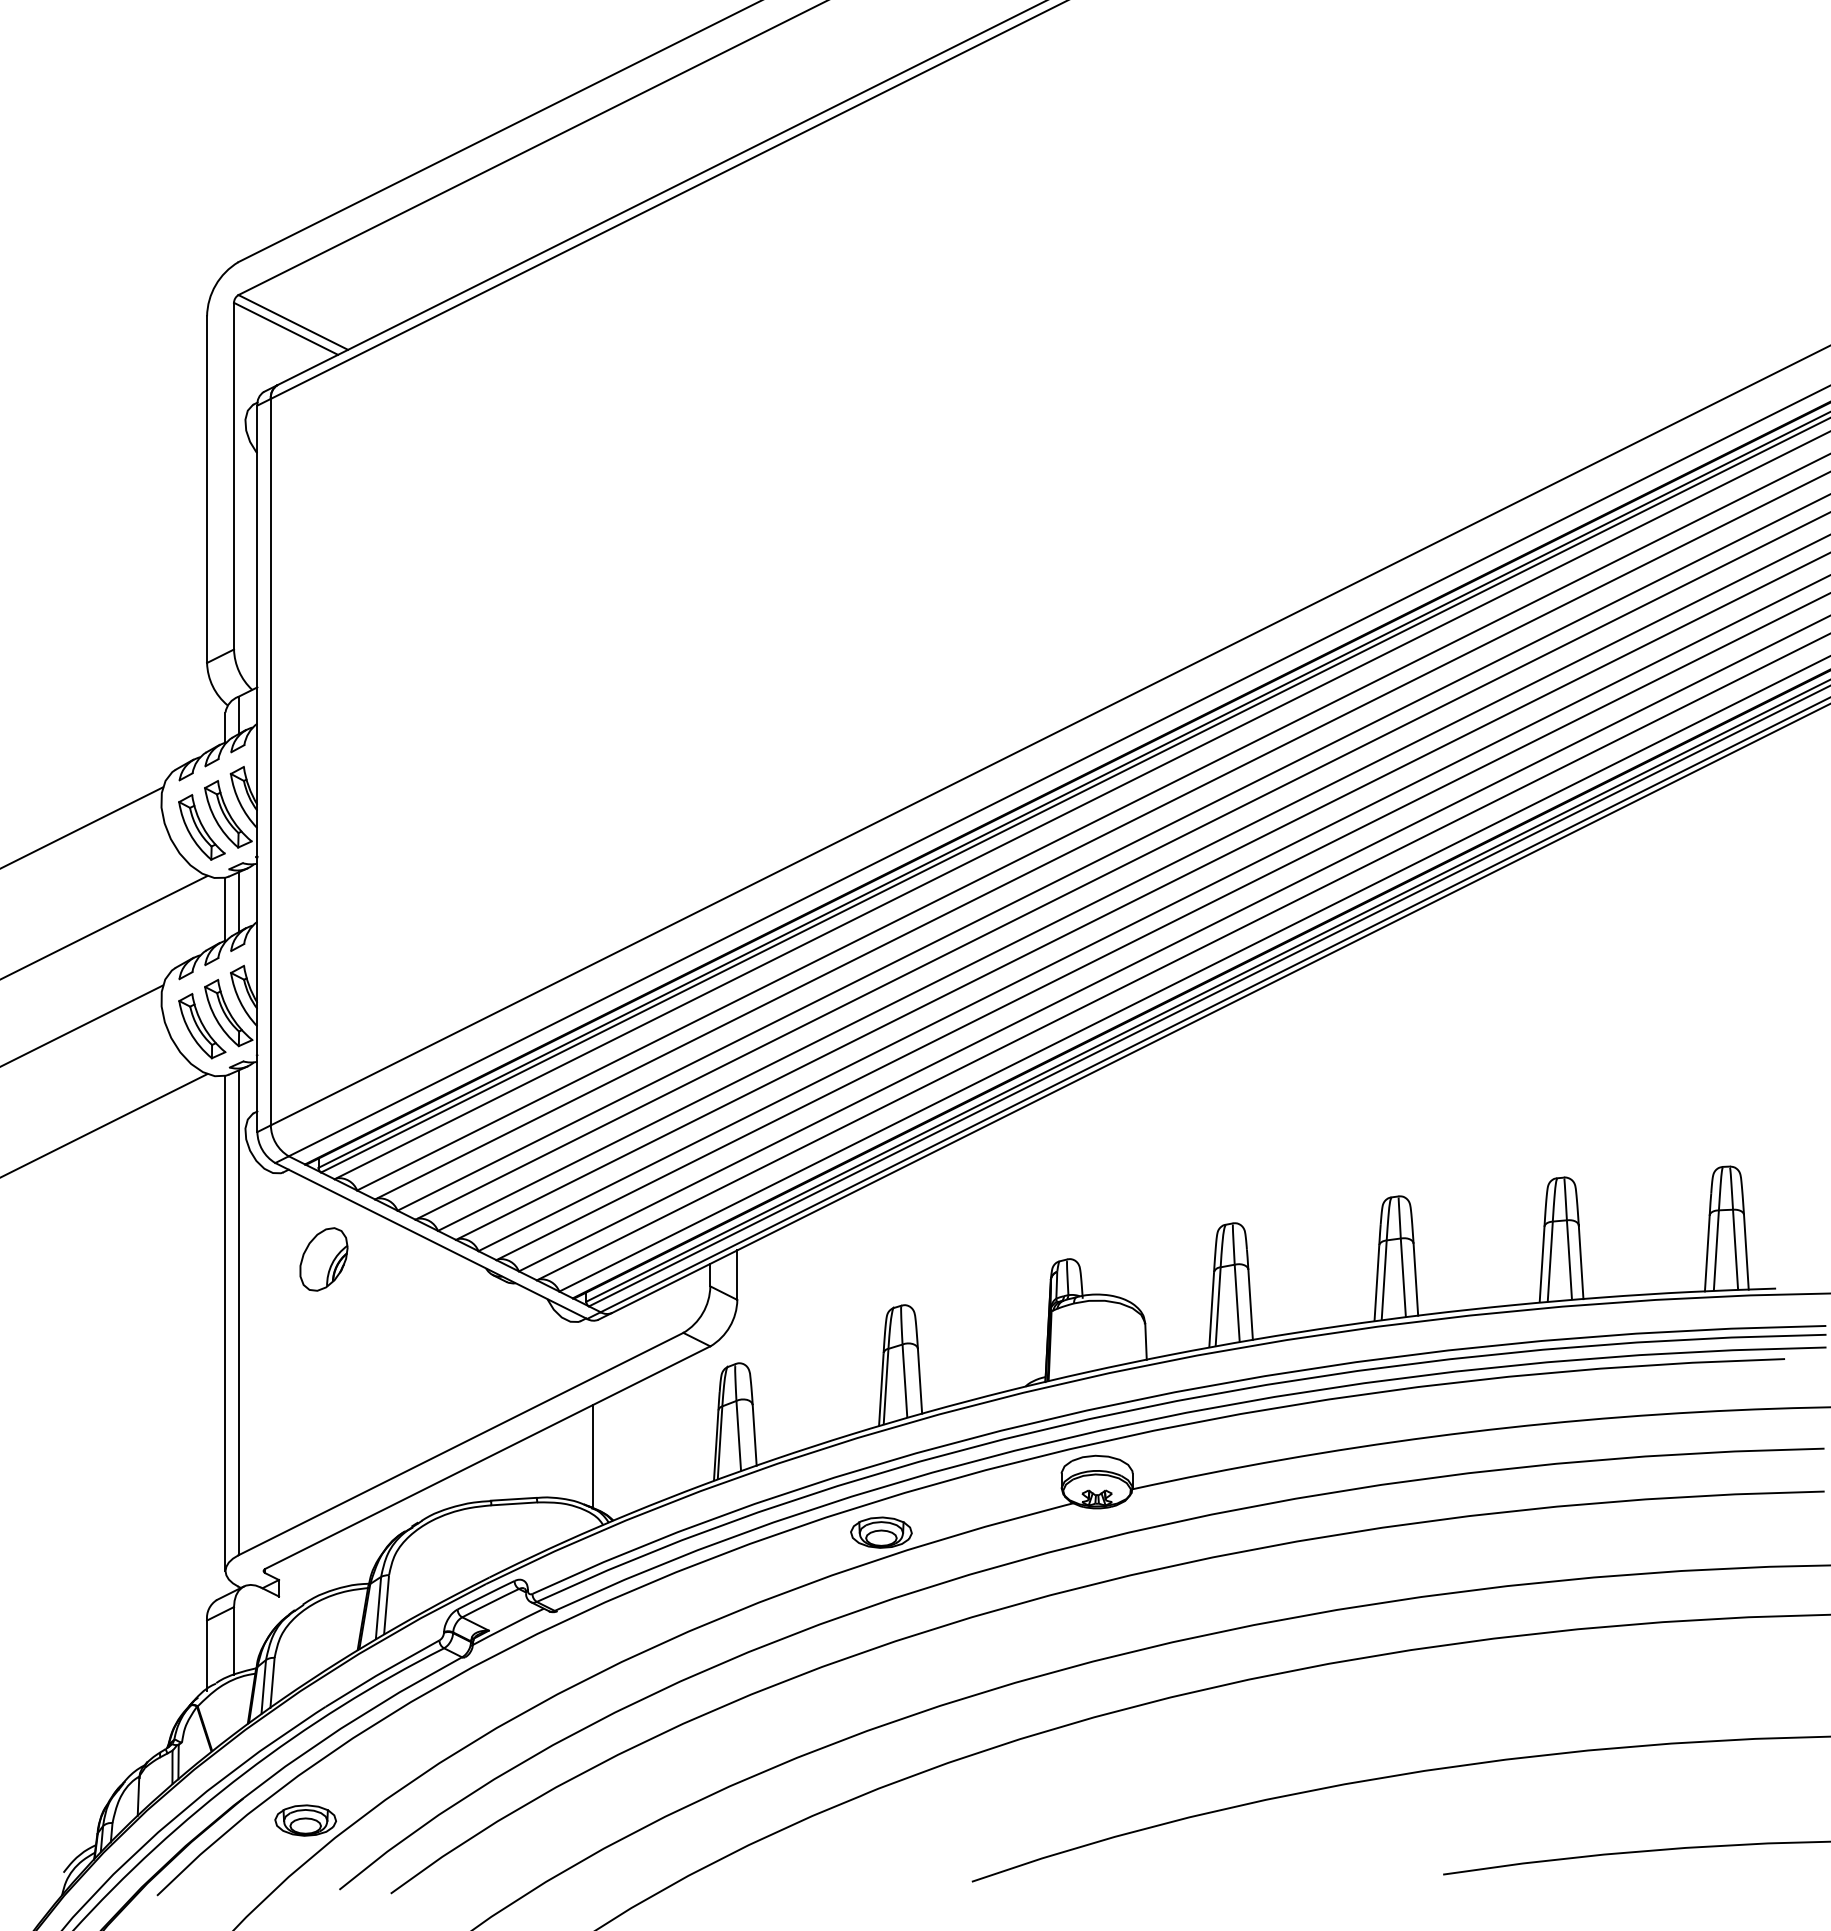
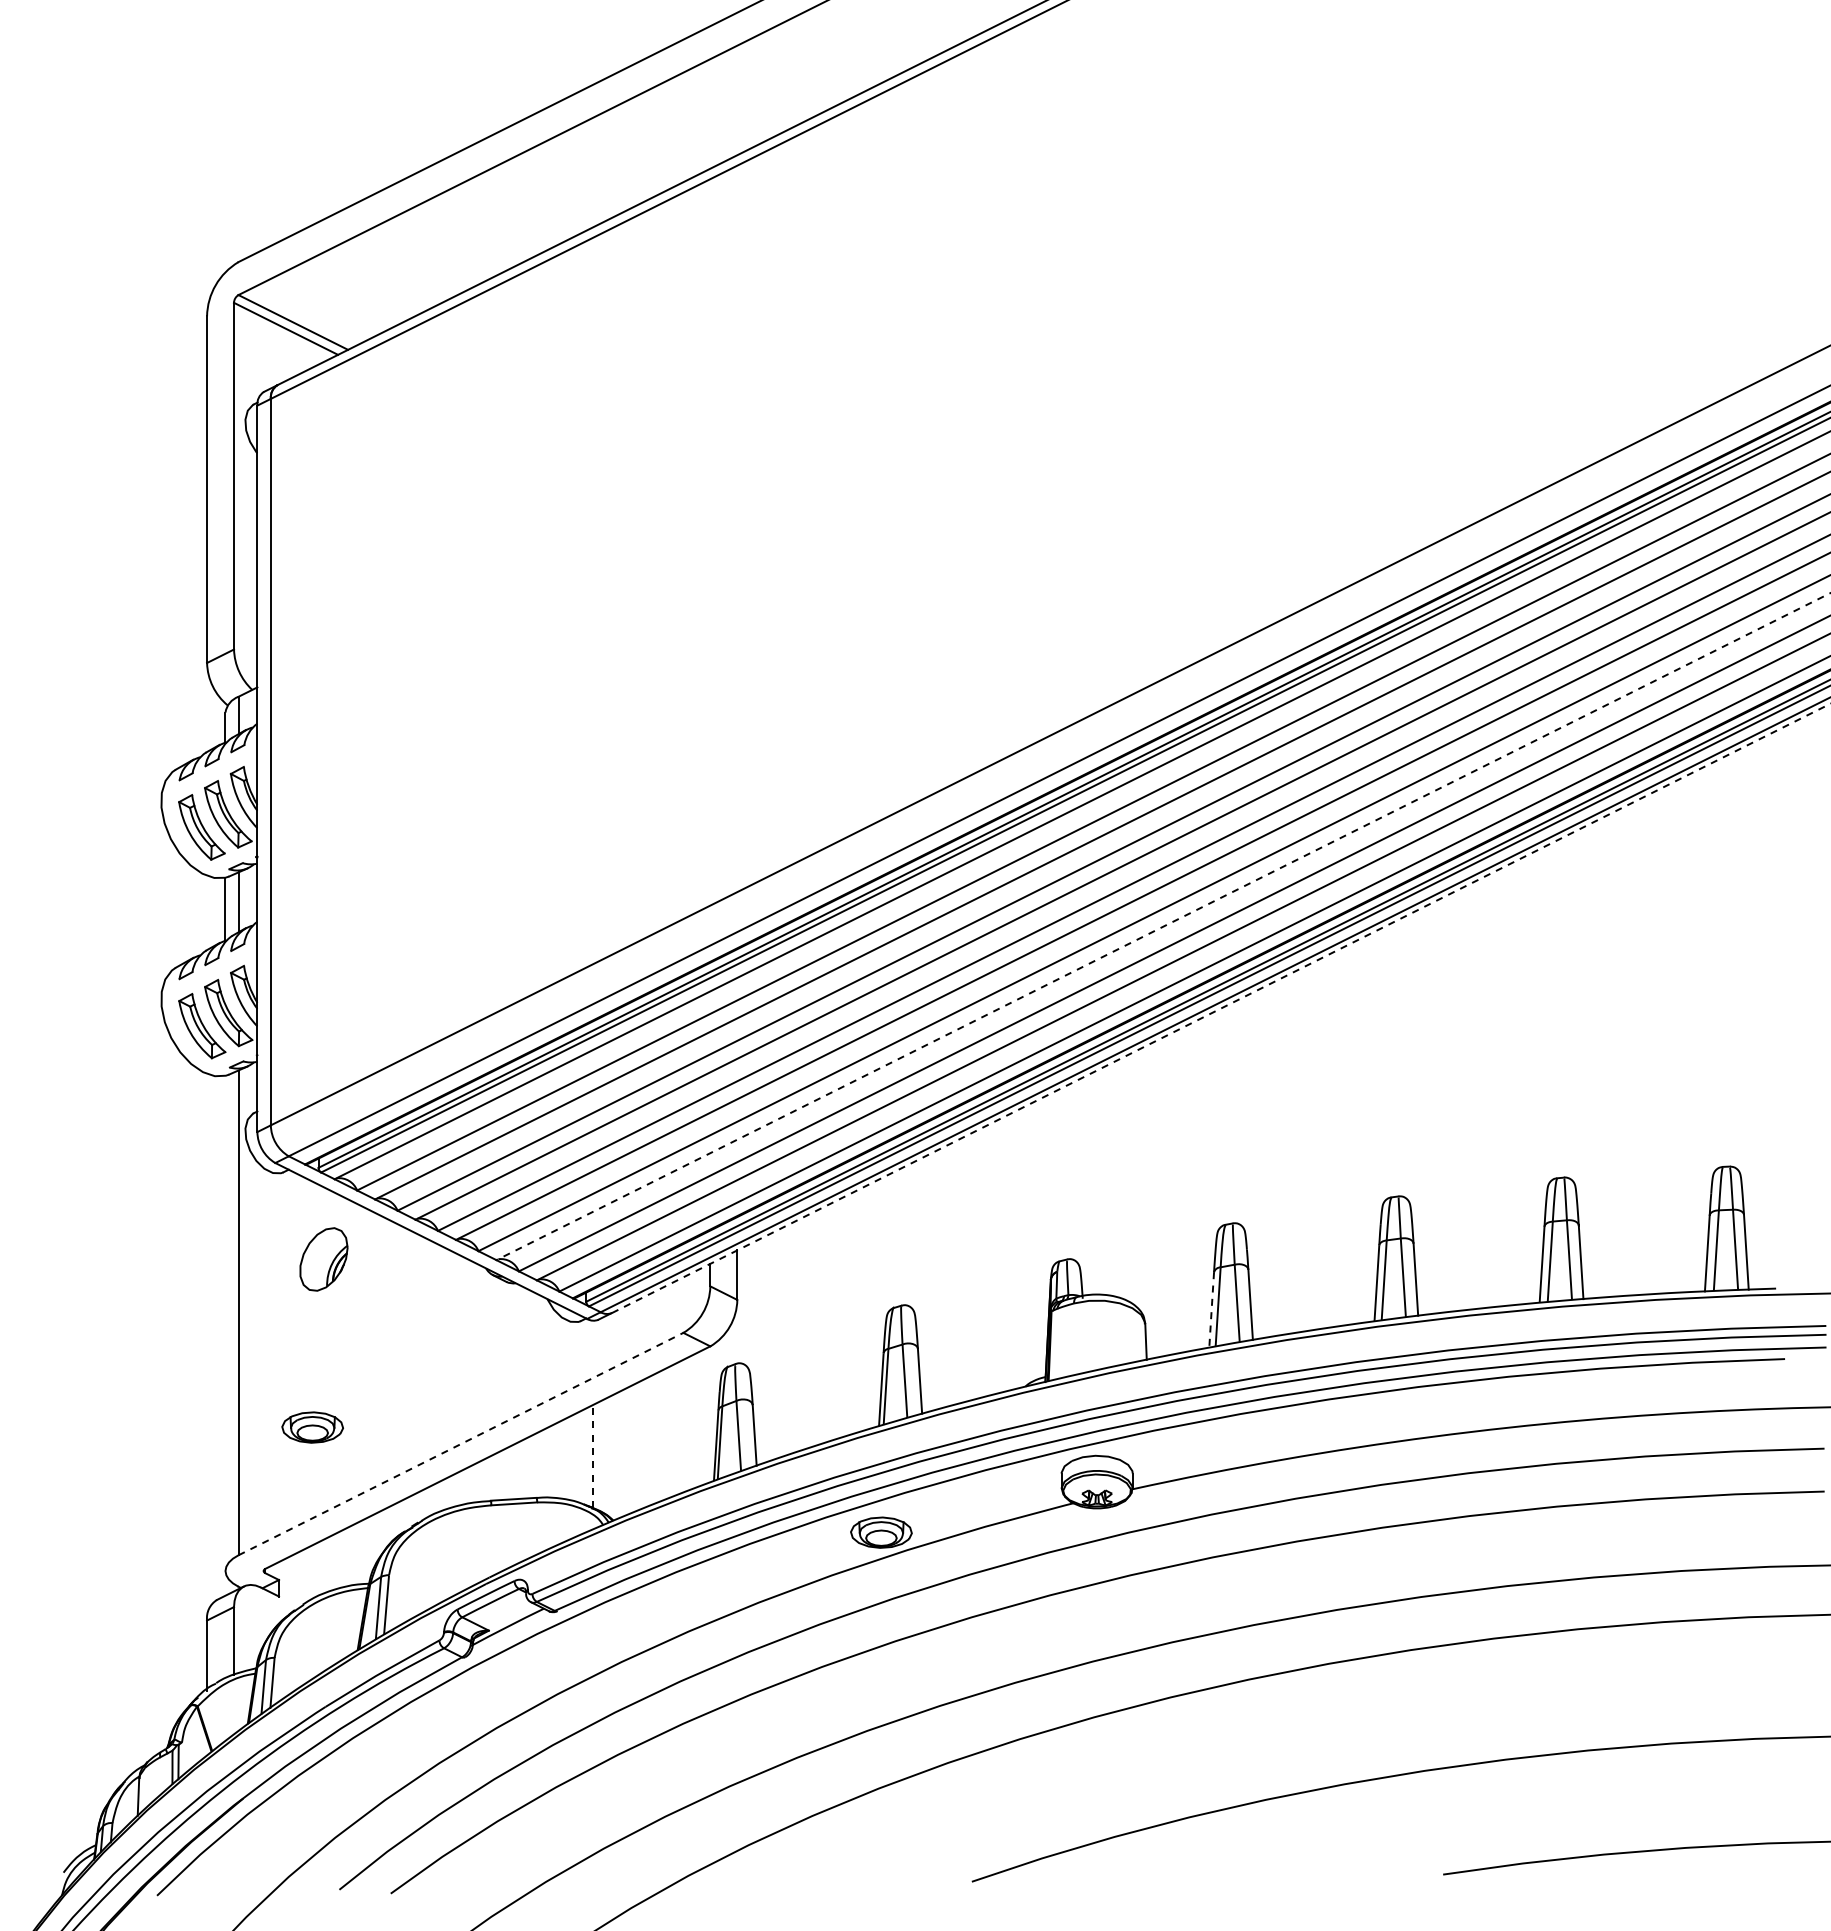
line at (82, 827): present -> none
line at (1163, 926): solid -> dashed
line at (104, 927): present -> none
line at (1221, 1008): solid -> dashed
line at (82, 1025): present -> none
line at (104, 1125): present -> none
line at (1211, 1309): solid -> dashed
line at (225, 1323): present -> none
line at (460, 1444): solid -> dashed
line at (593, 1456): solid -> dashed
part at (305, 1820) position: (305, 1820) -> (312, 1427)
